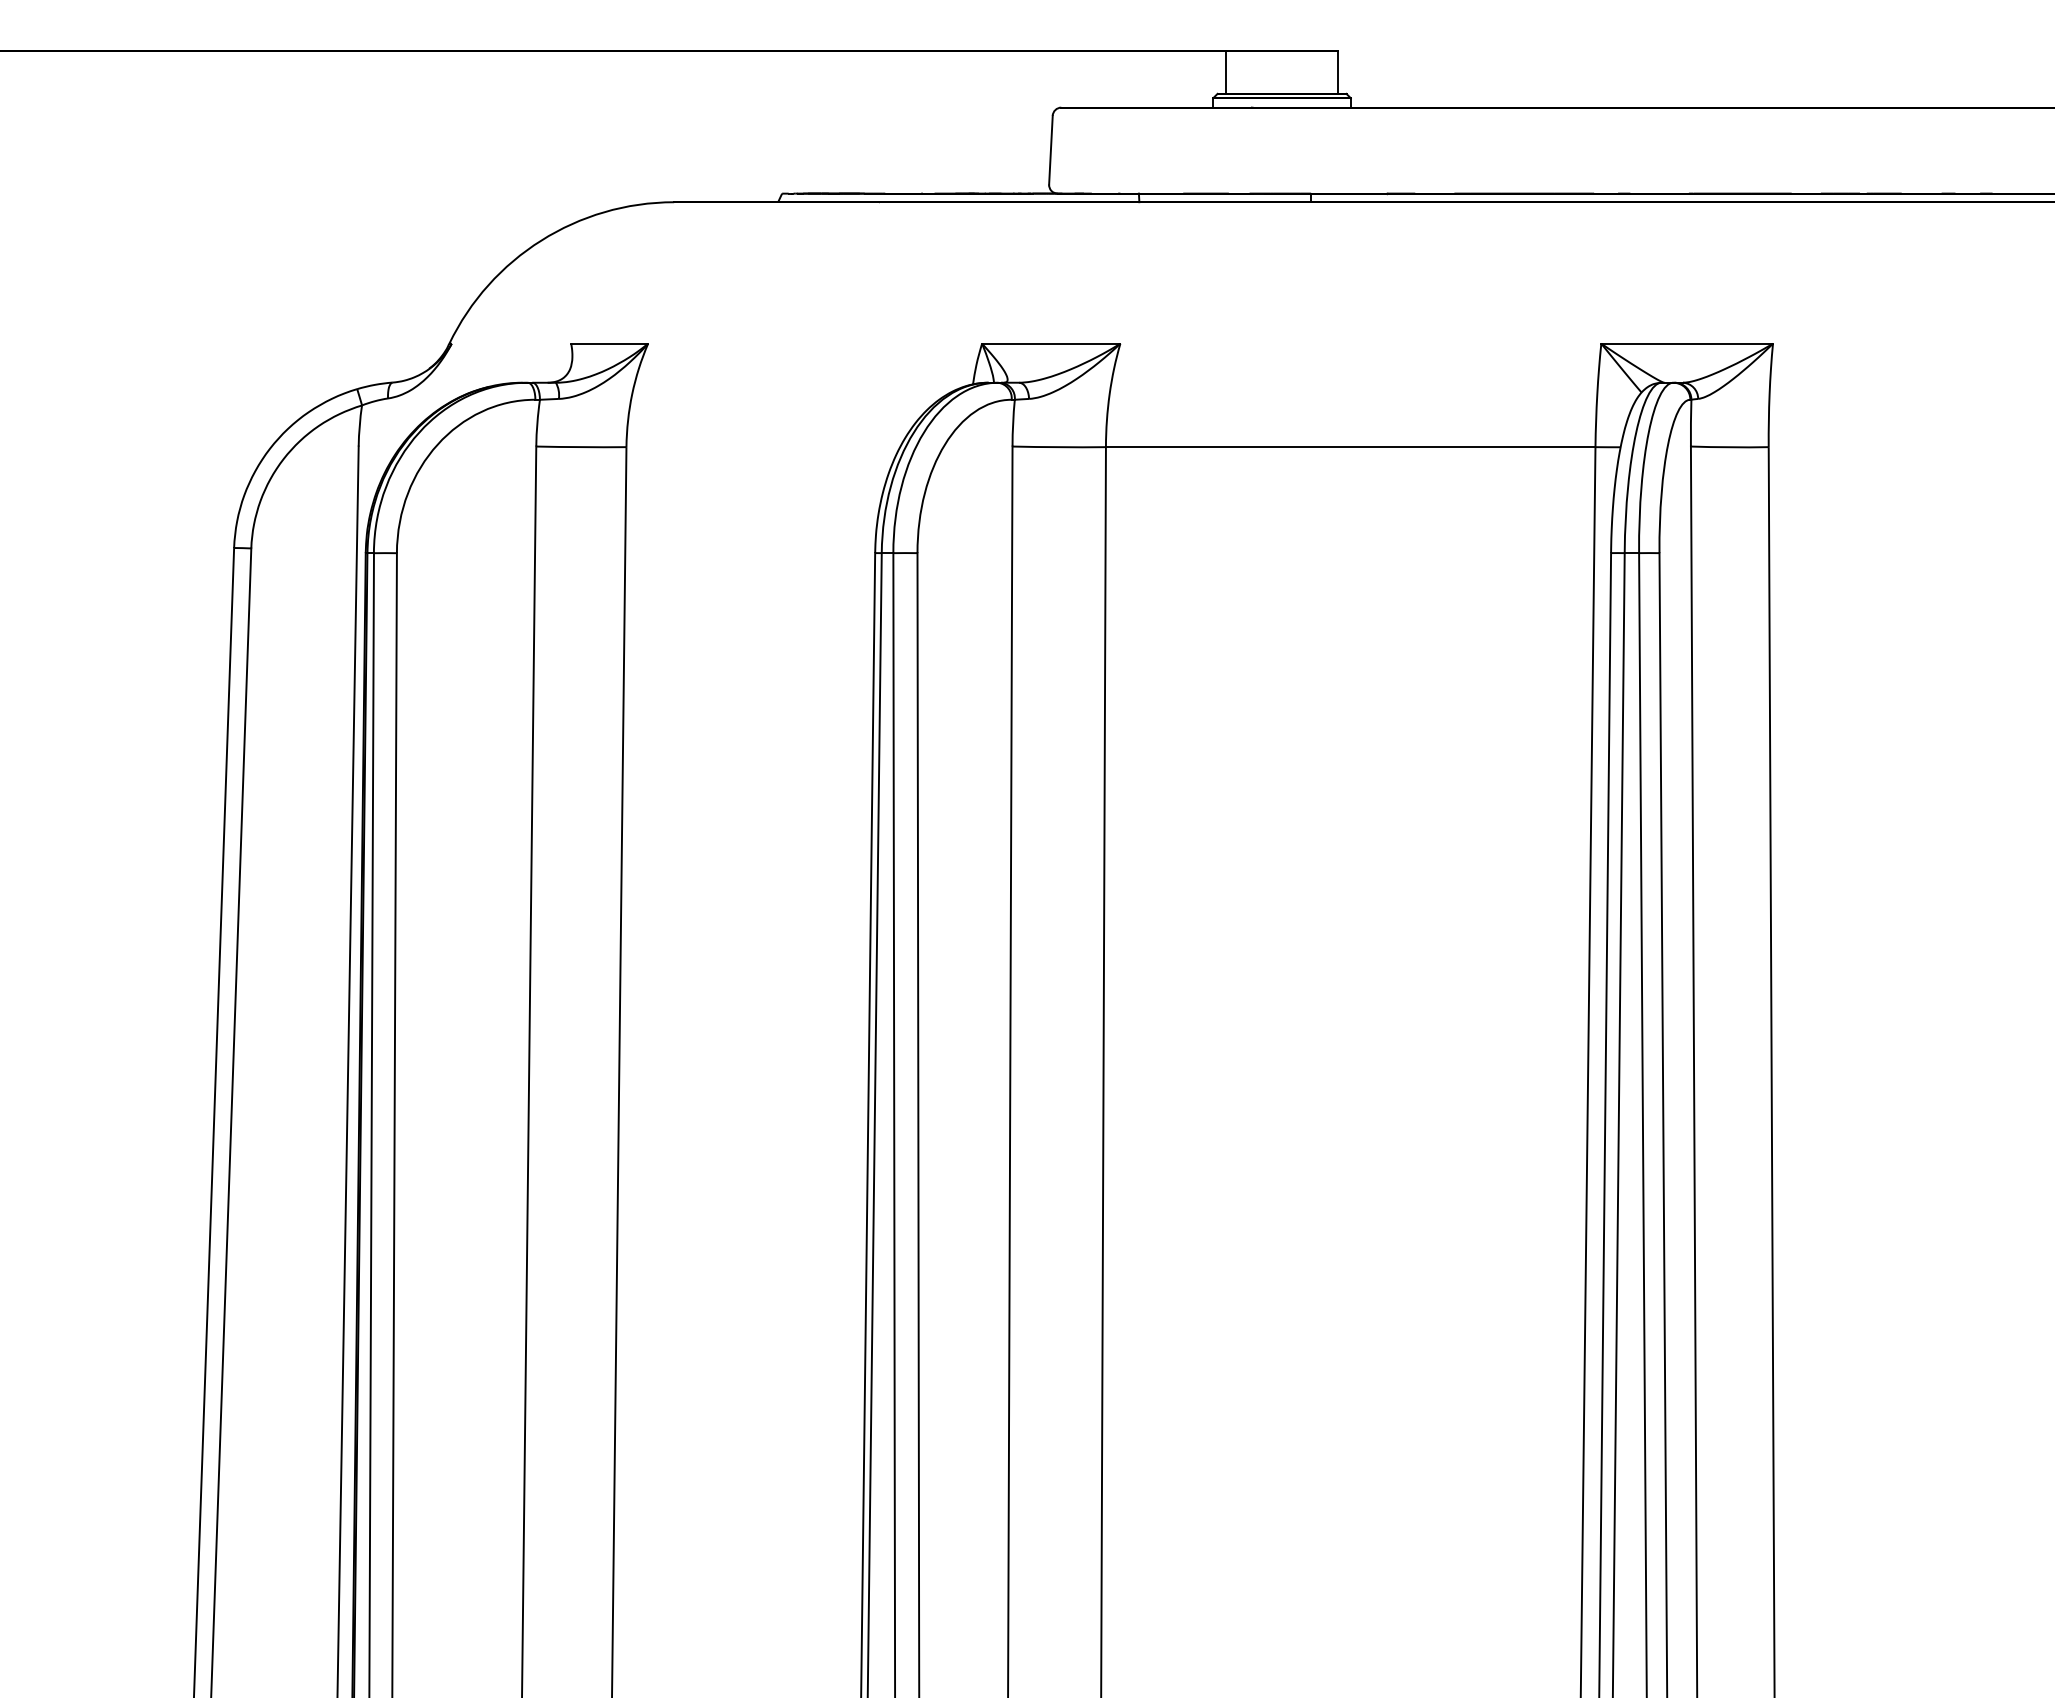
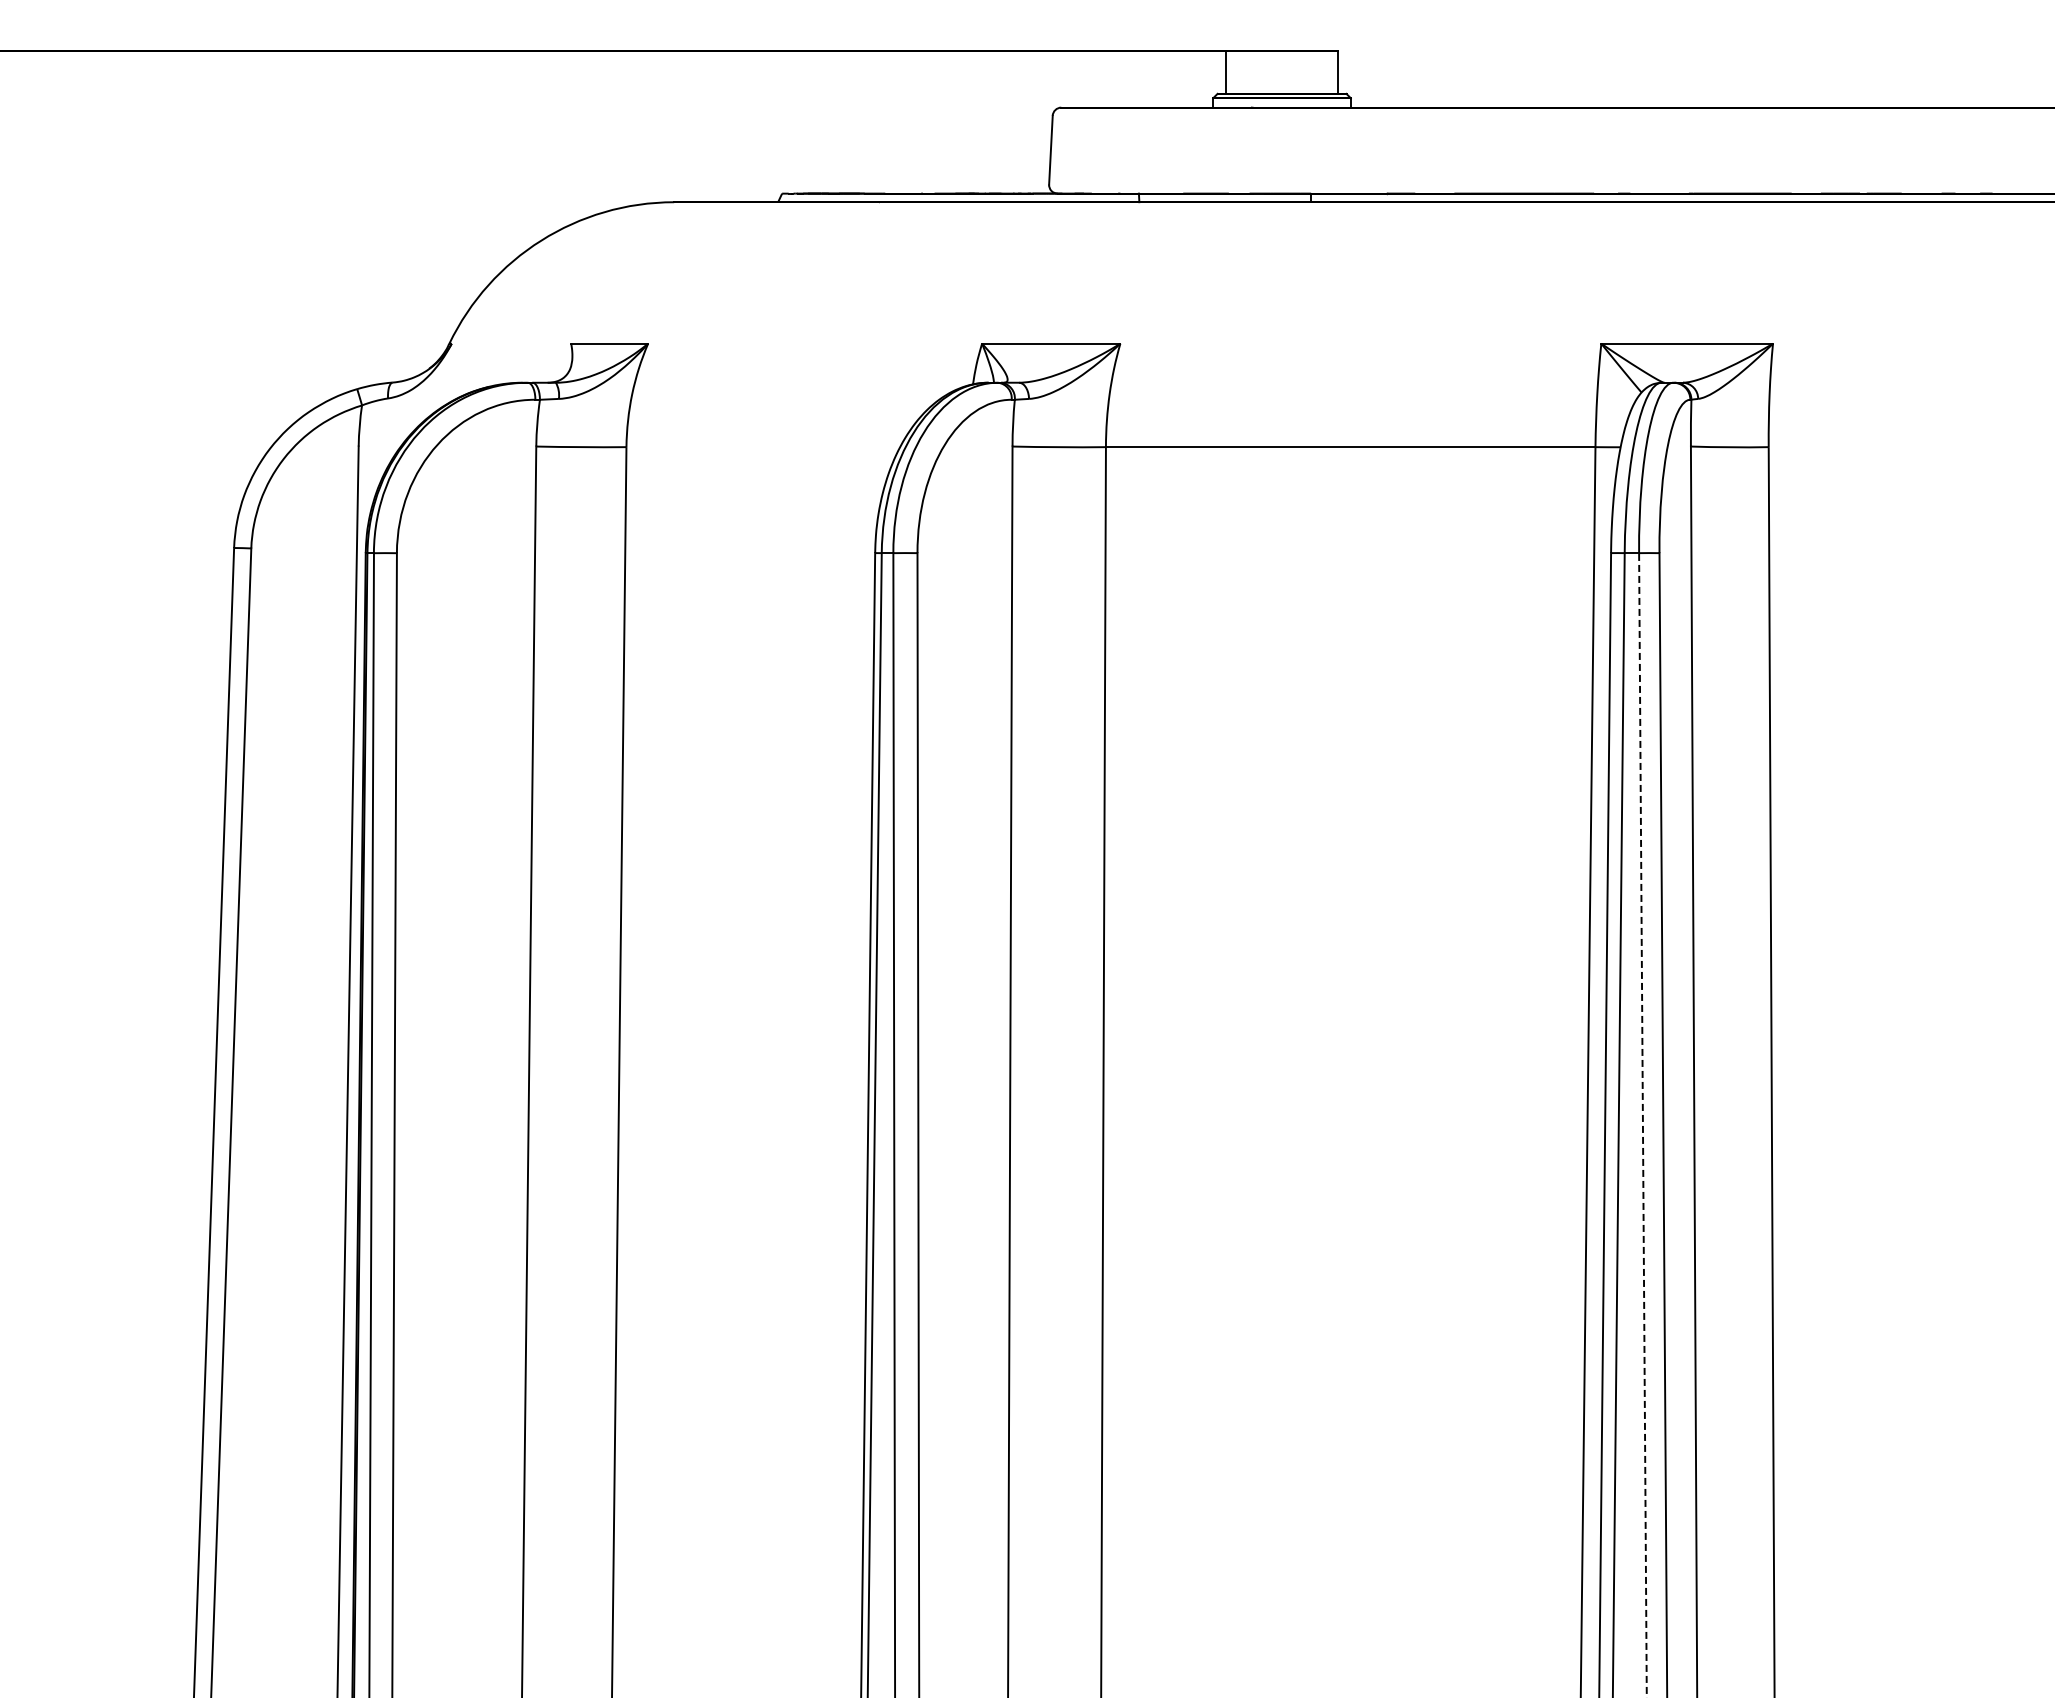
line at (1642, 1125): solid -> dashed
